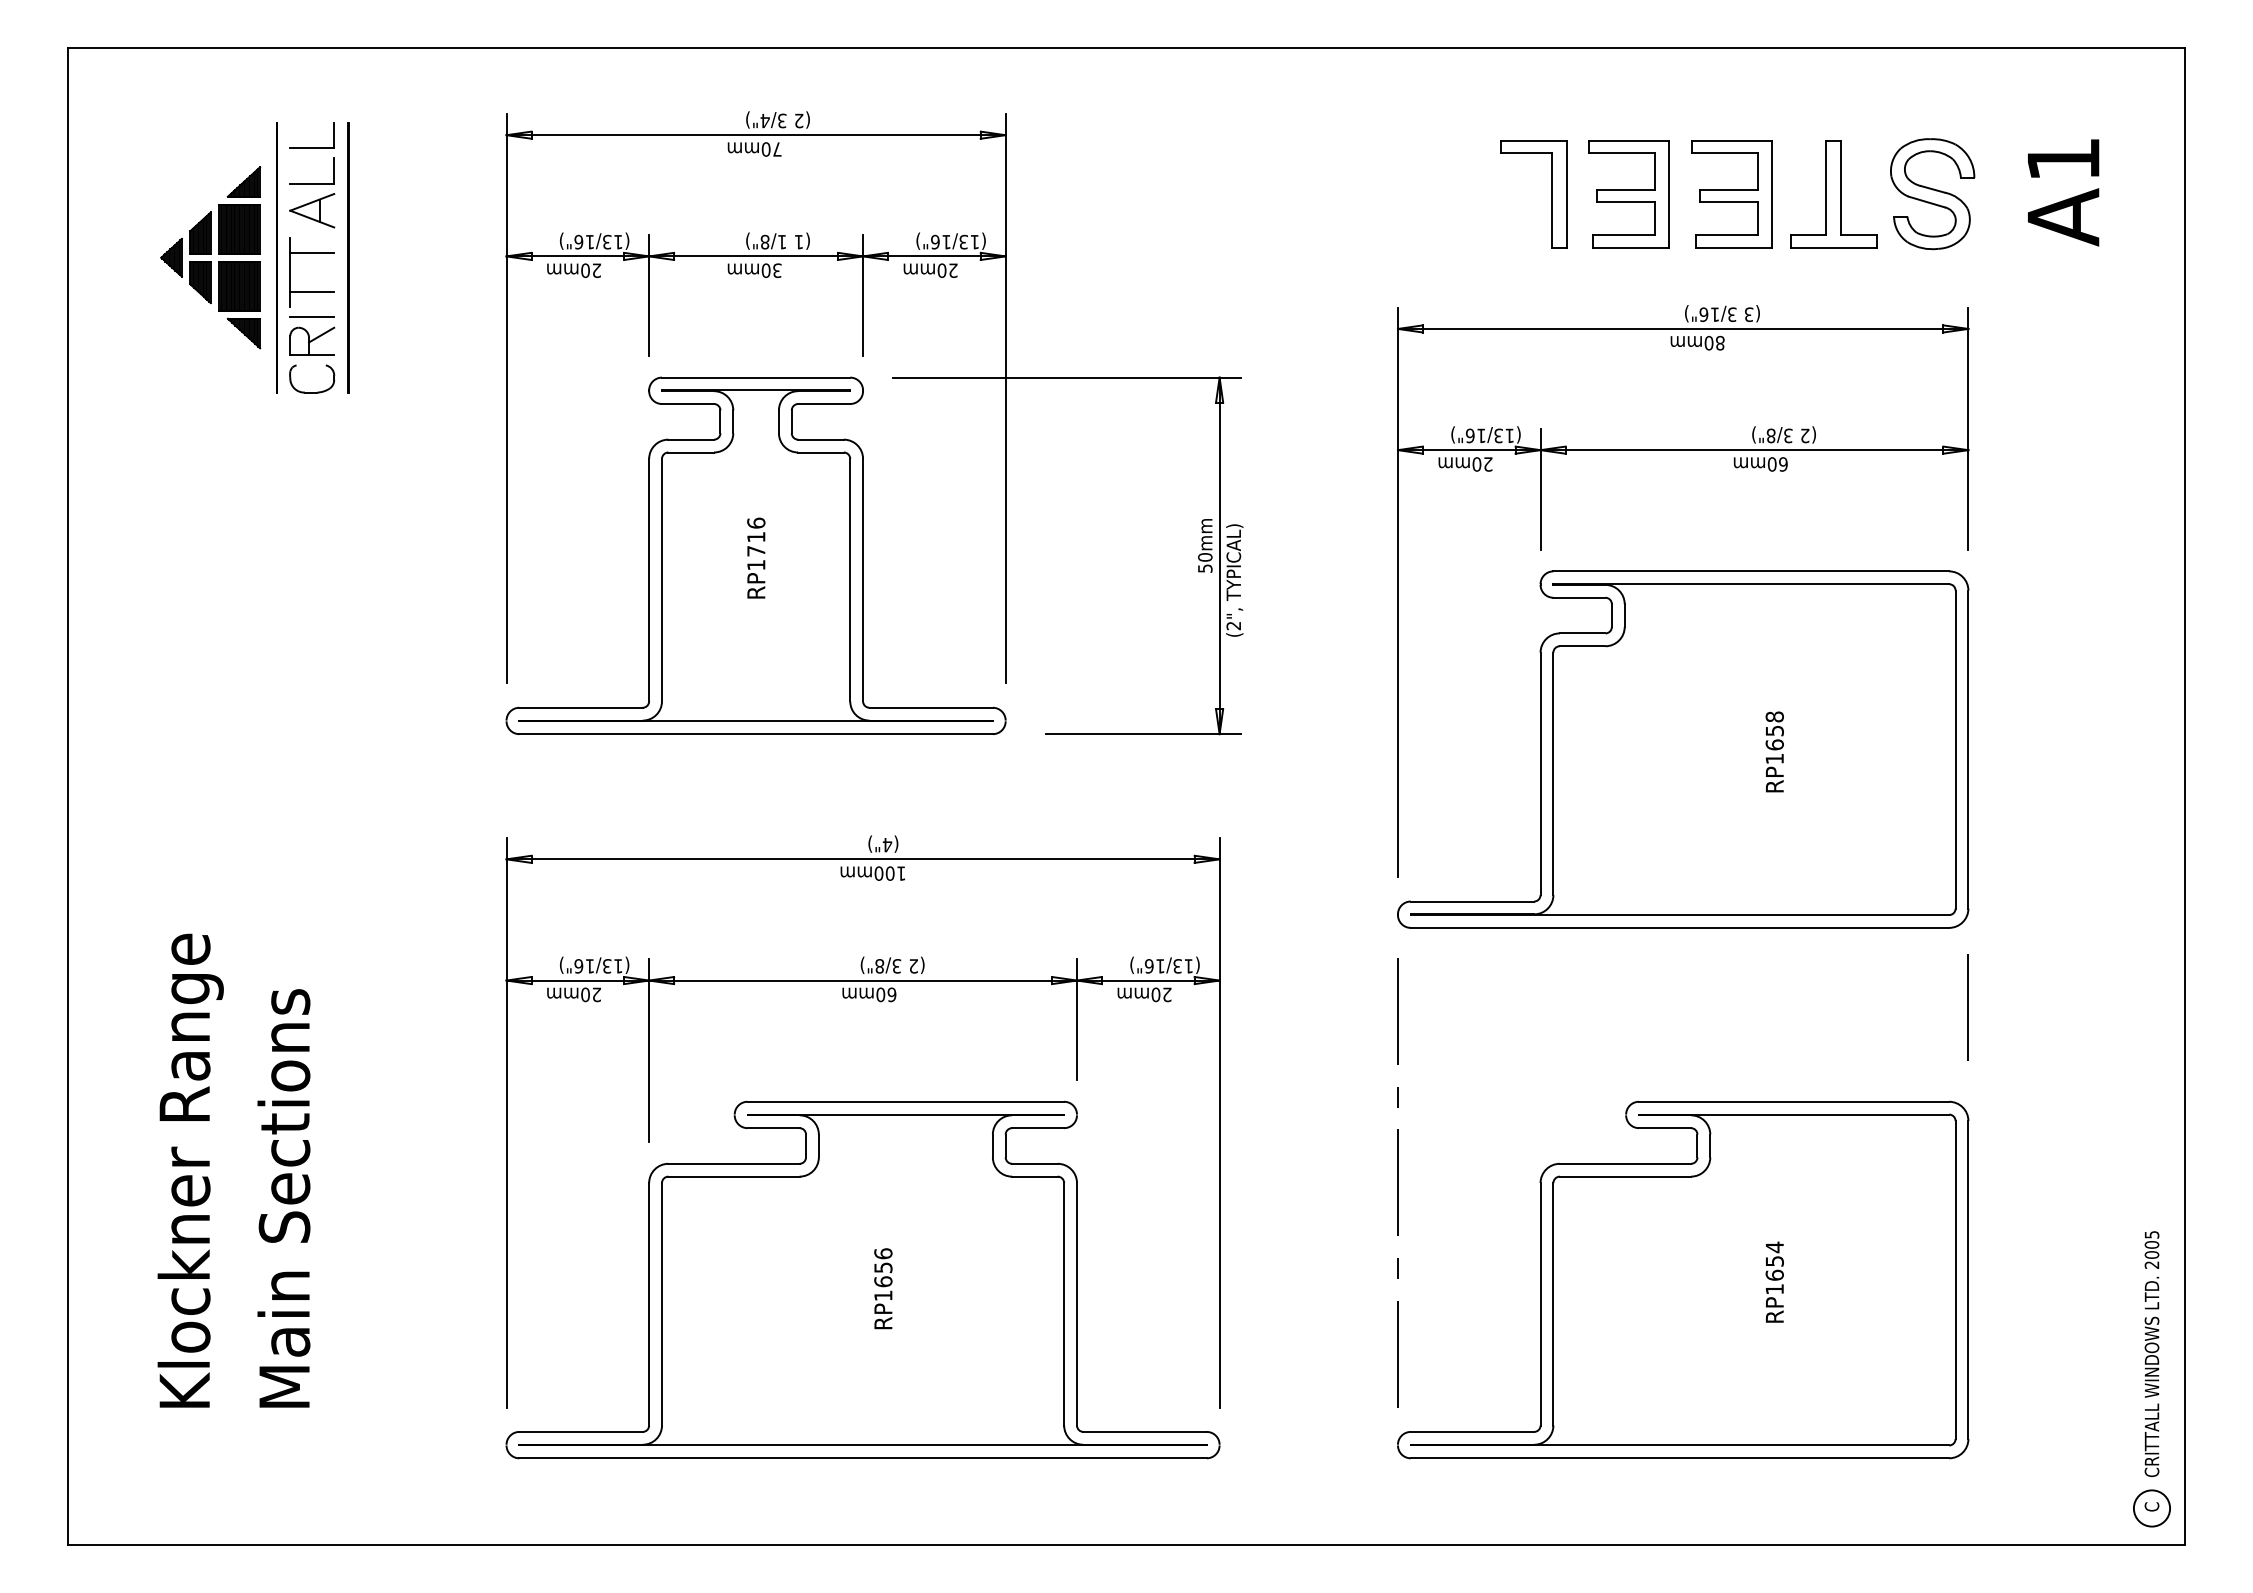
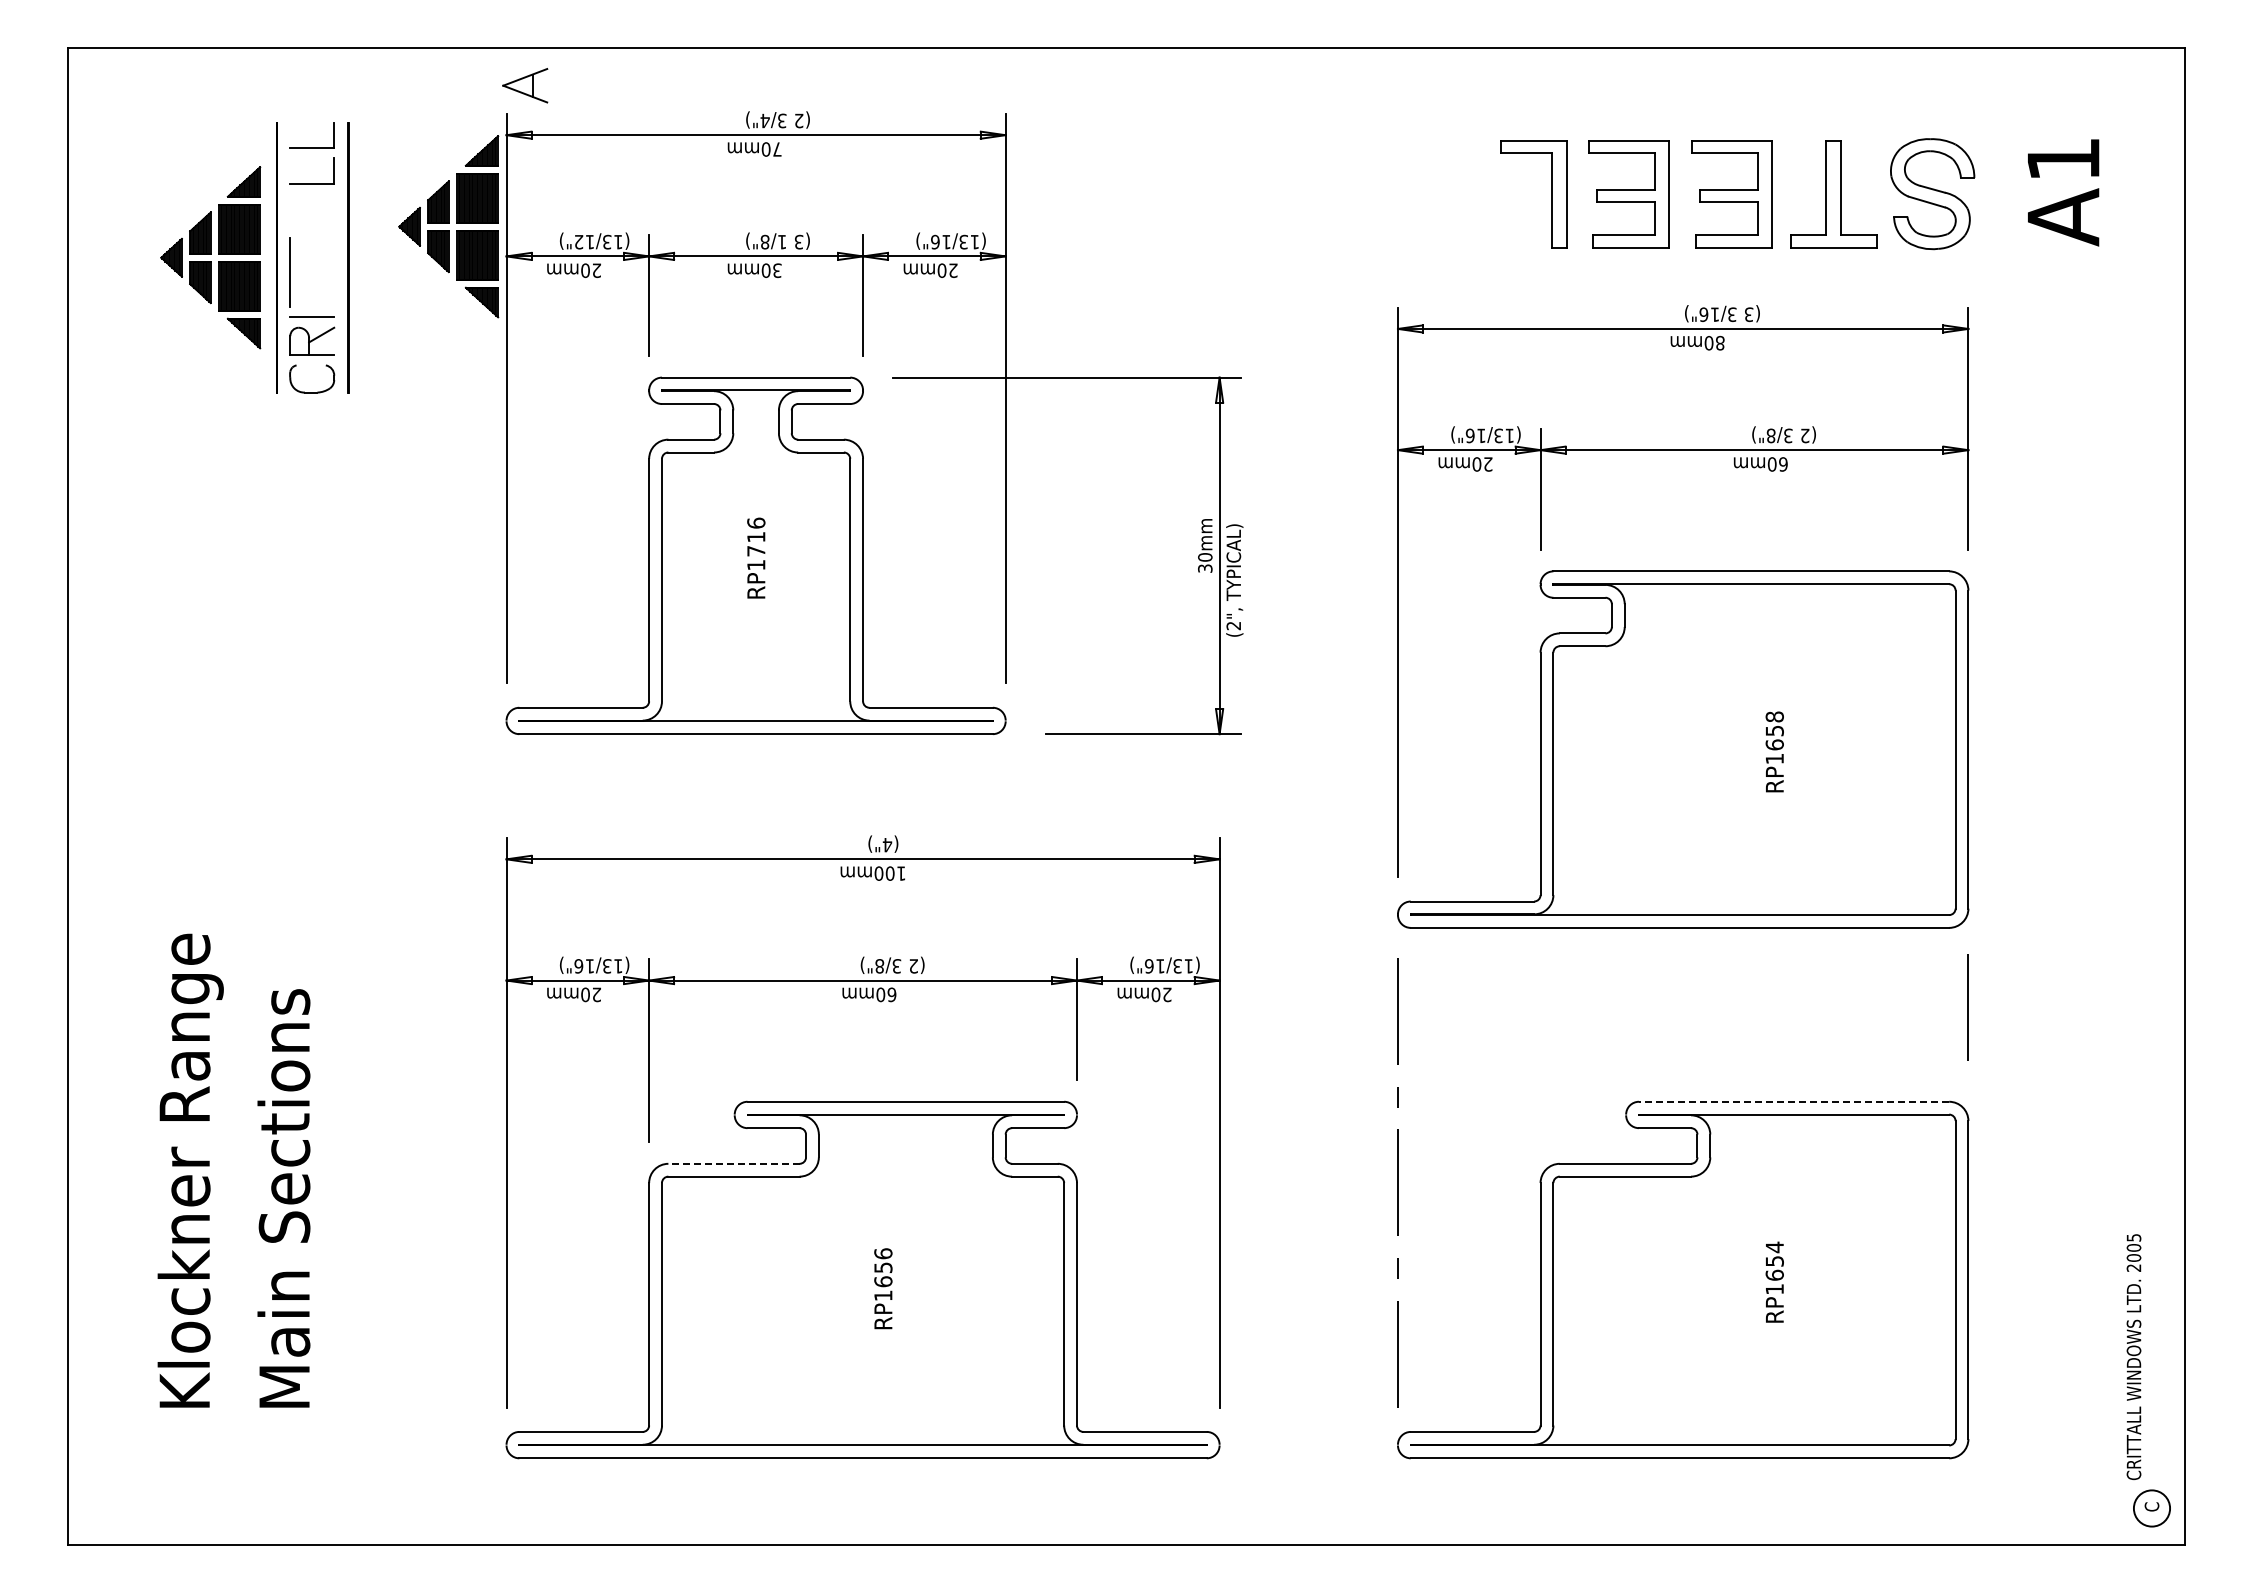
part at (312, 210) position: (312, 210) -> (525, 85)
part at (448, 226): none -> present
text at (578, 241): (13/16") -> (13/12")
text at (799, 241): (1 -> (3
line at (312, 252): present -> none
line at (312, 292): present -> none
text at (1204, 568): 50mm -> 30mm
line at (1793, 1101): solid -> dashed
line at (734, 1163): solid -> dashed
text at (2151, 1354) position: (2151, 1354) -> (2133, 1357)
